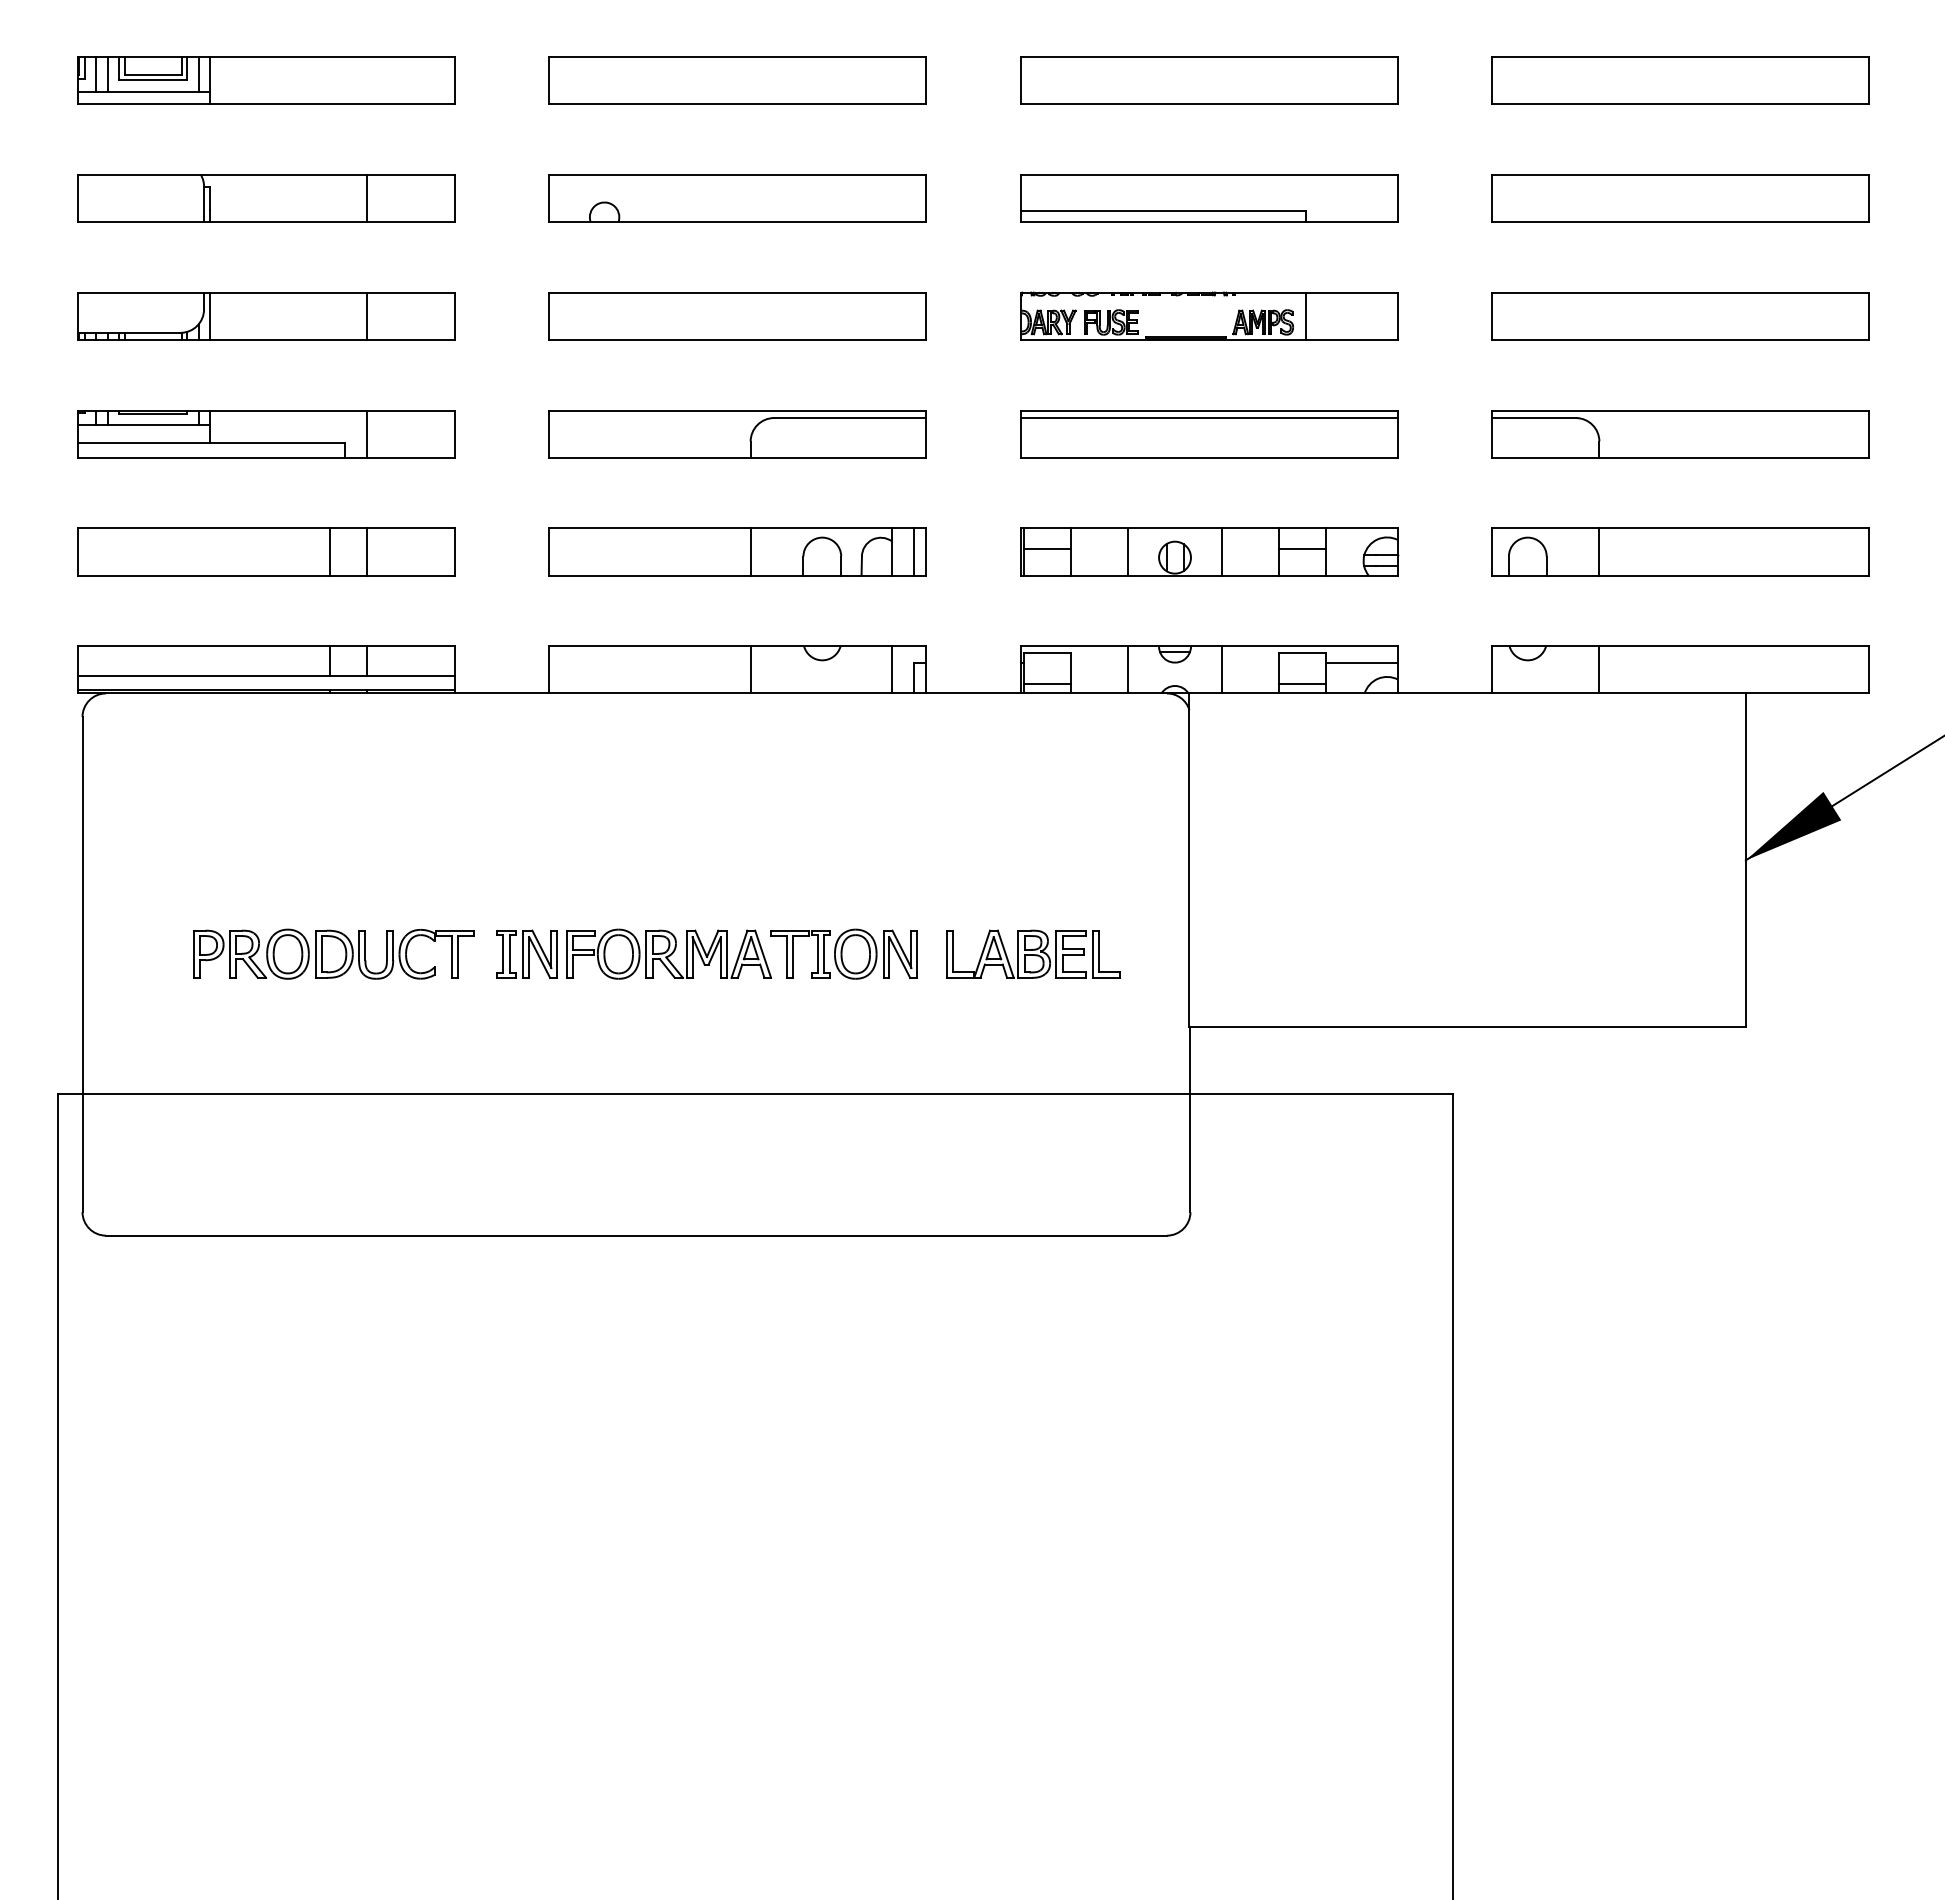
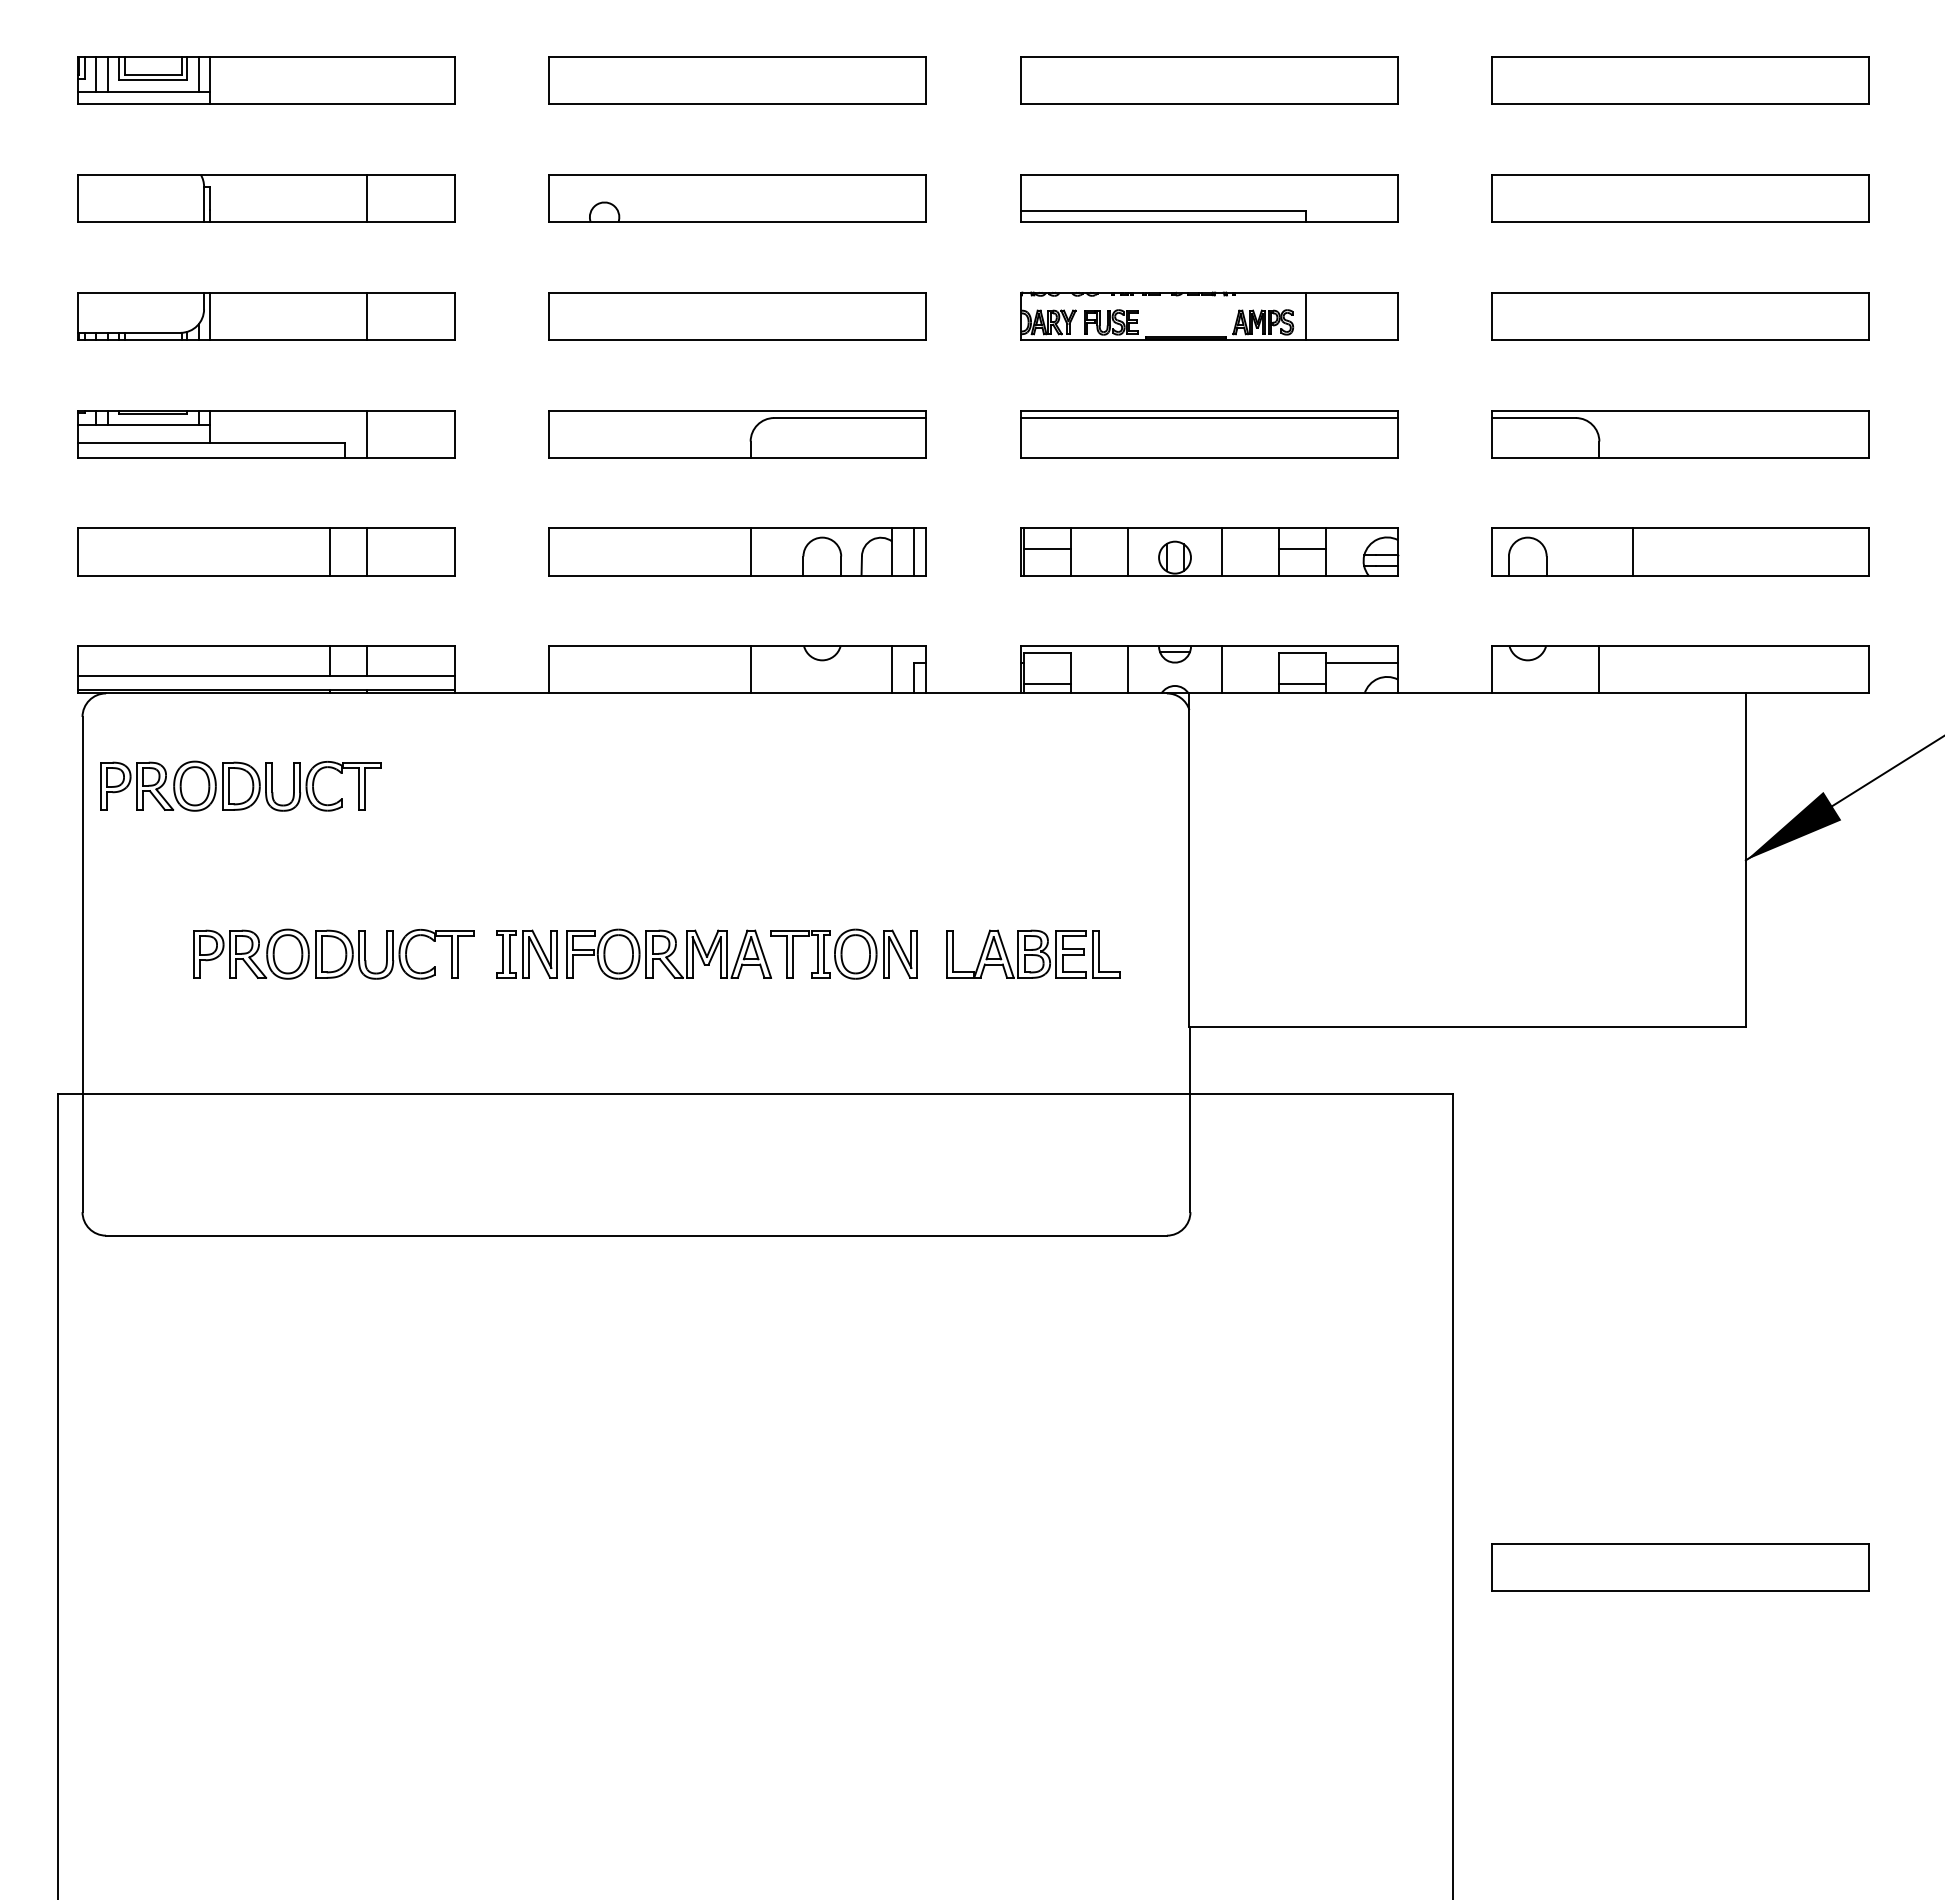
line at (1599, 551) position: (1599, 551) -> (1633, 551)
part at (240, 785): none -> present
part at (1680, 1567): none -> present
